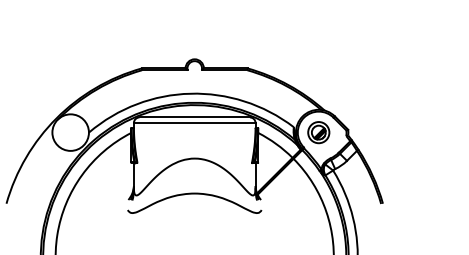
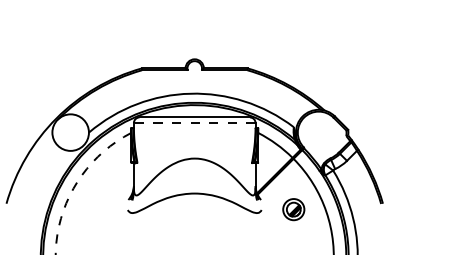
line at (194, 123): solid -> dashed
part at (318, 132) position: (318, 132) -> (293, 209)
arc at (76, 183): solid -> dashed
